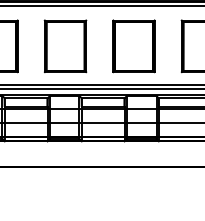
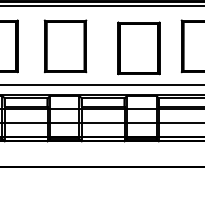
part at (133, 46) position: (133, 46) -> (138, 48)
line at (101, 89): present -> none
